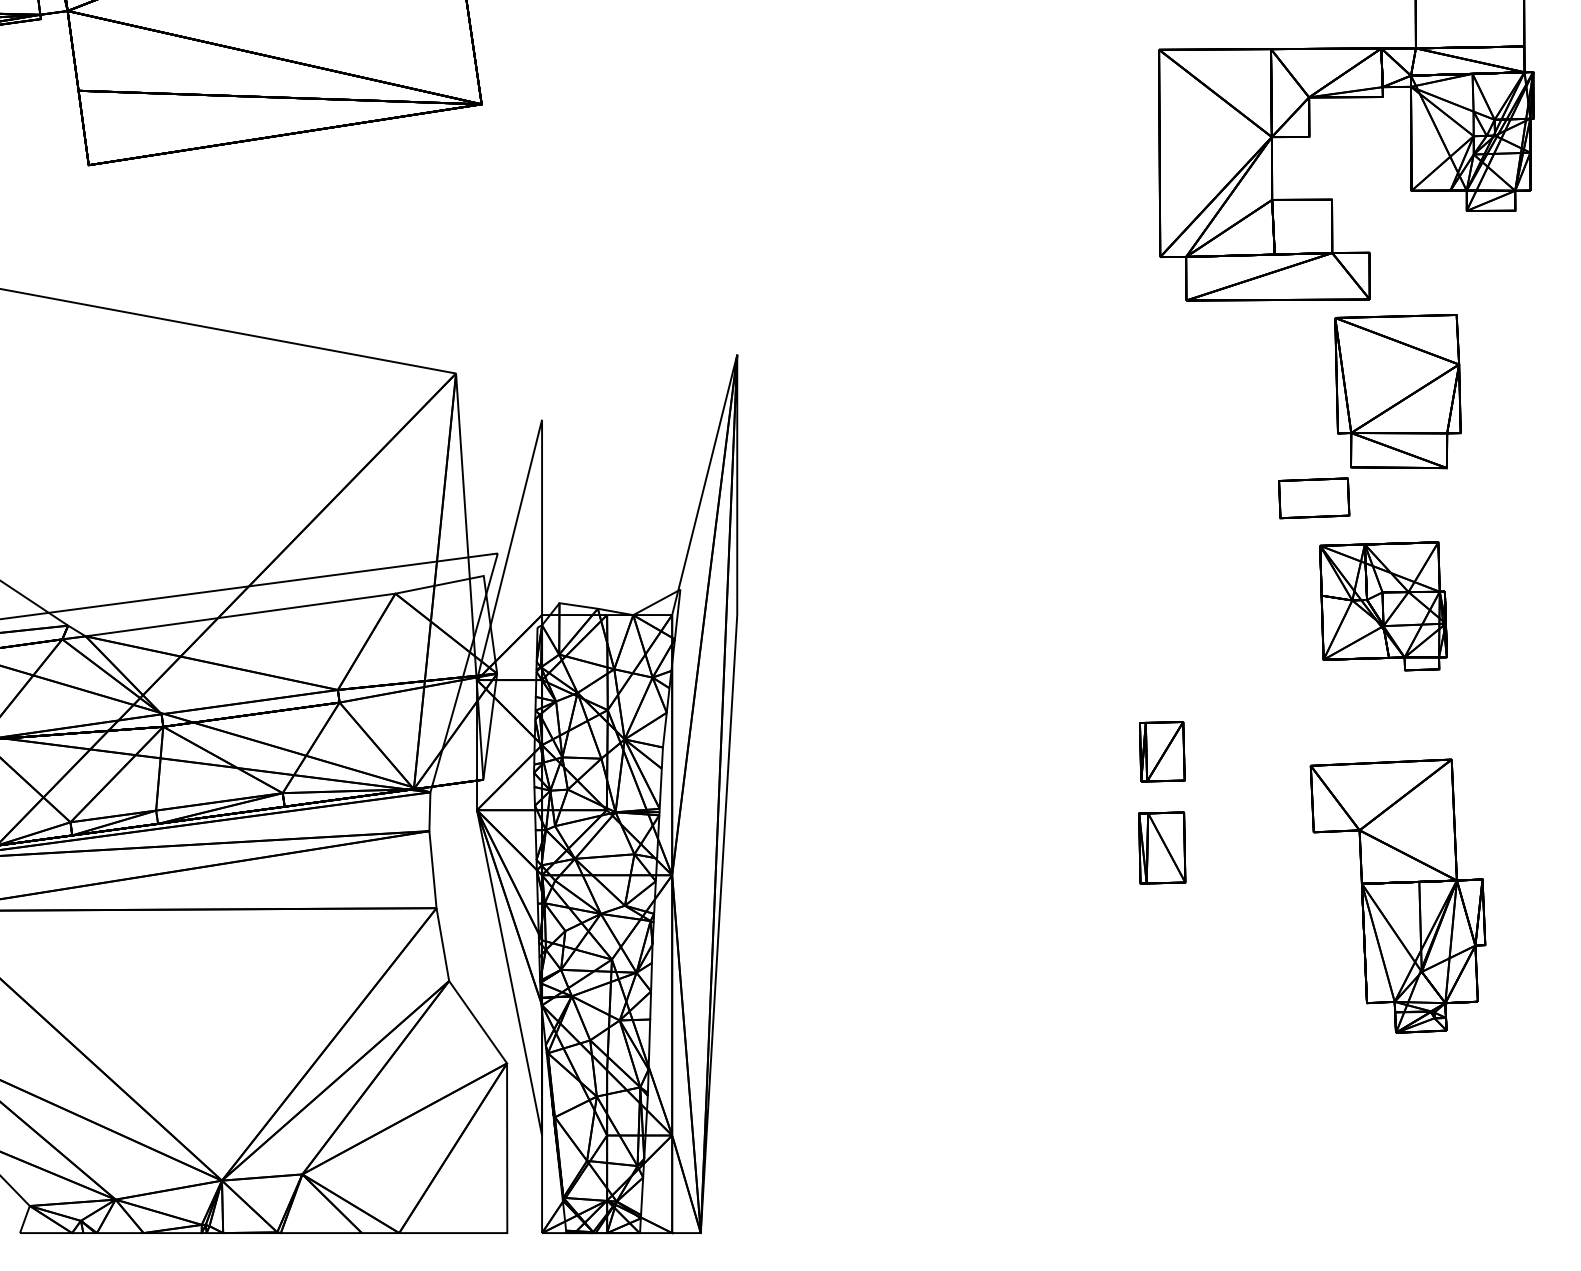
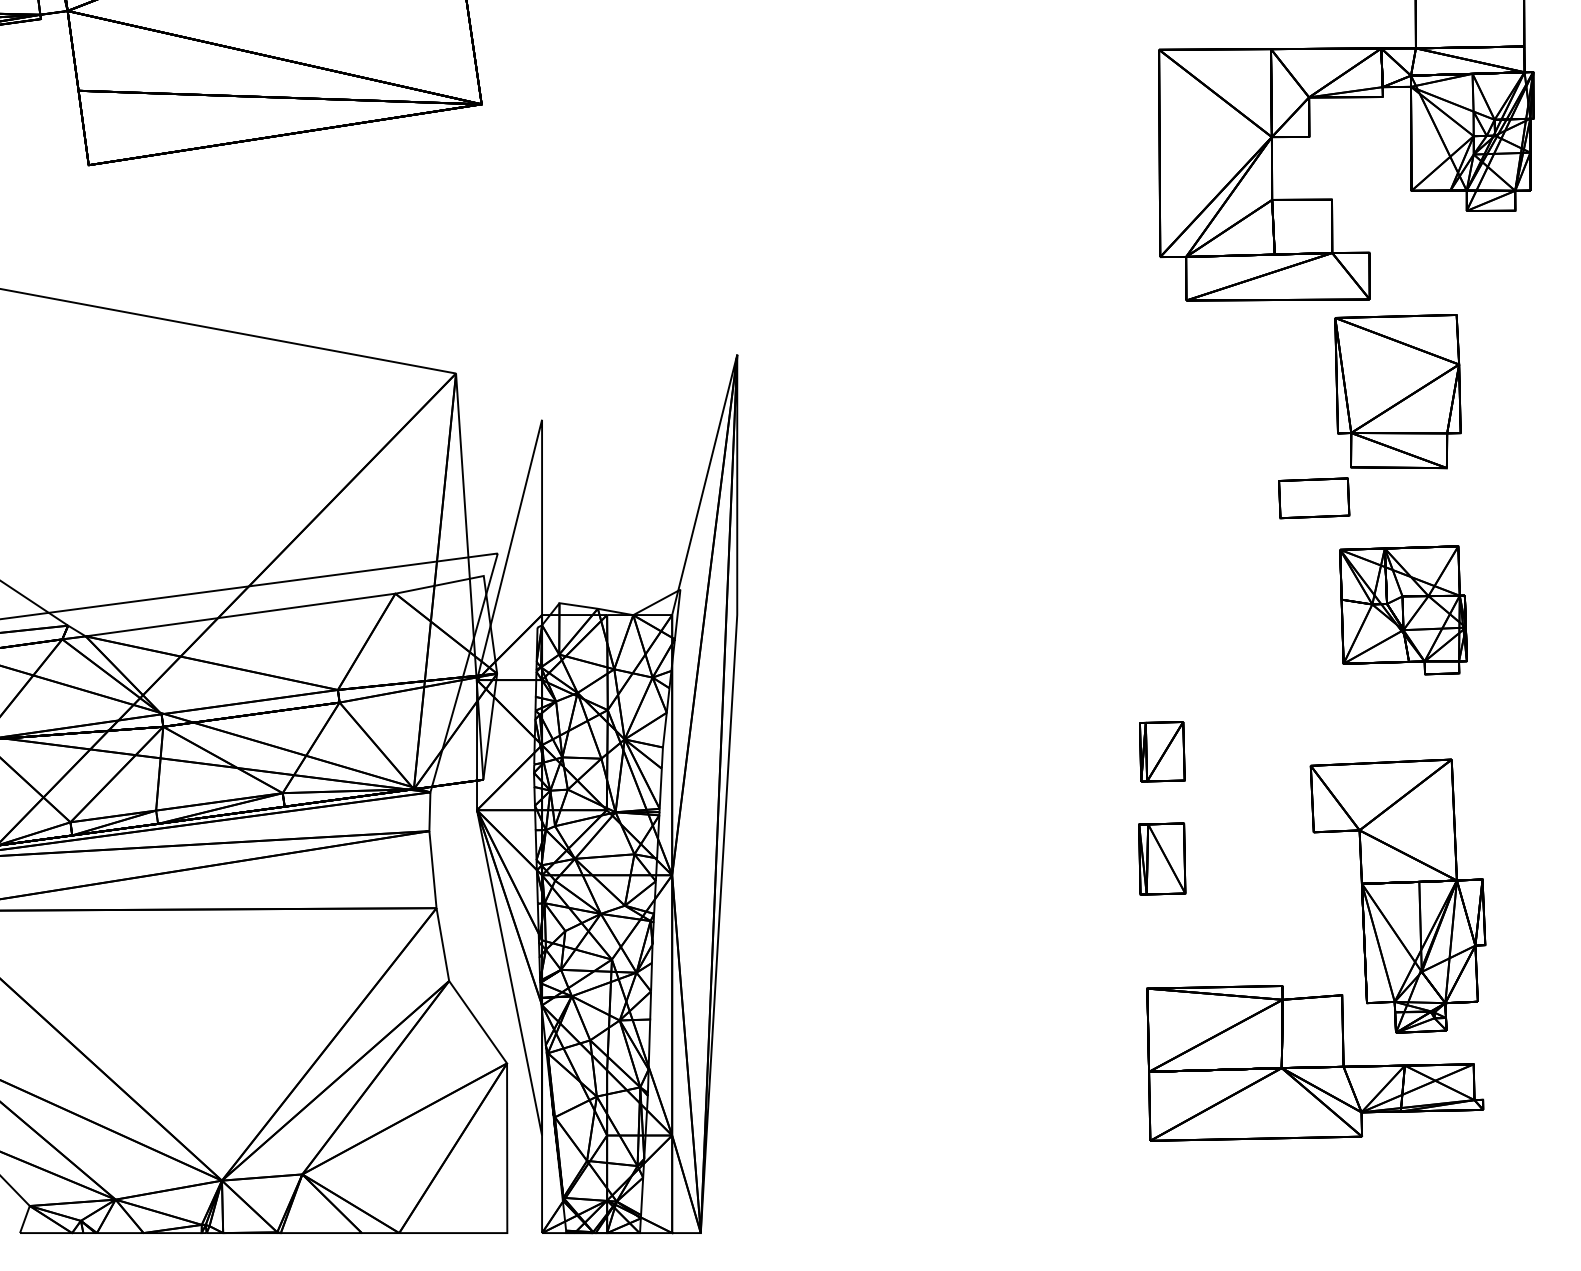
part at (1383, 606) position: (1383, 606) -> (1403, 610)
part at (1162, 847) position: (1162, 847) -> (1162, 858)
part at (1315, 1063): none -> present
